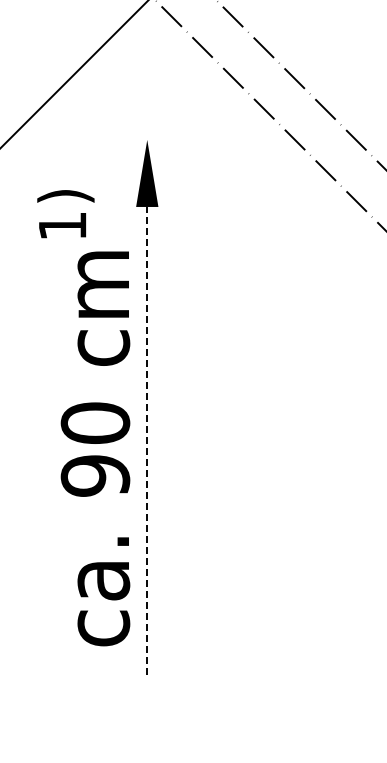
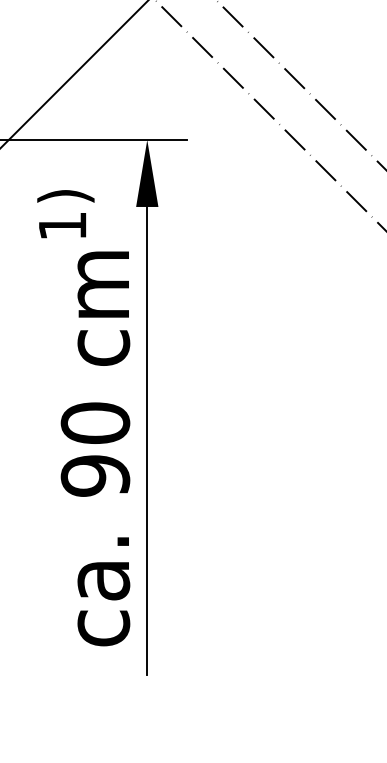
line at (94, 139): none -> present
line at (147, 440): dashed -> solid
